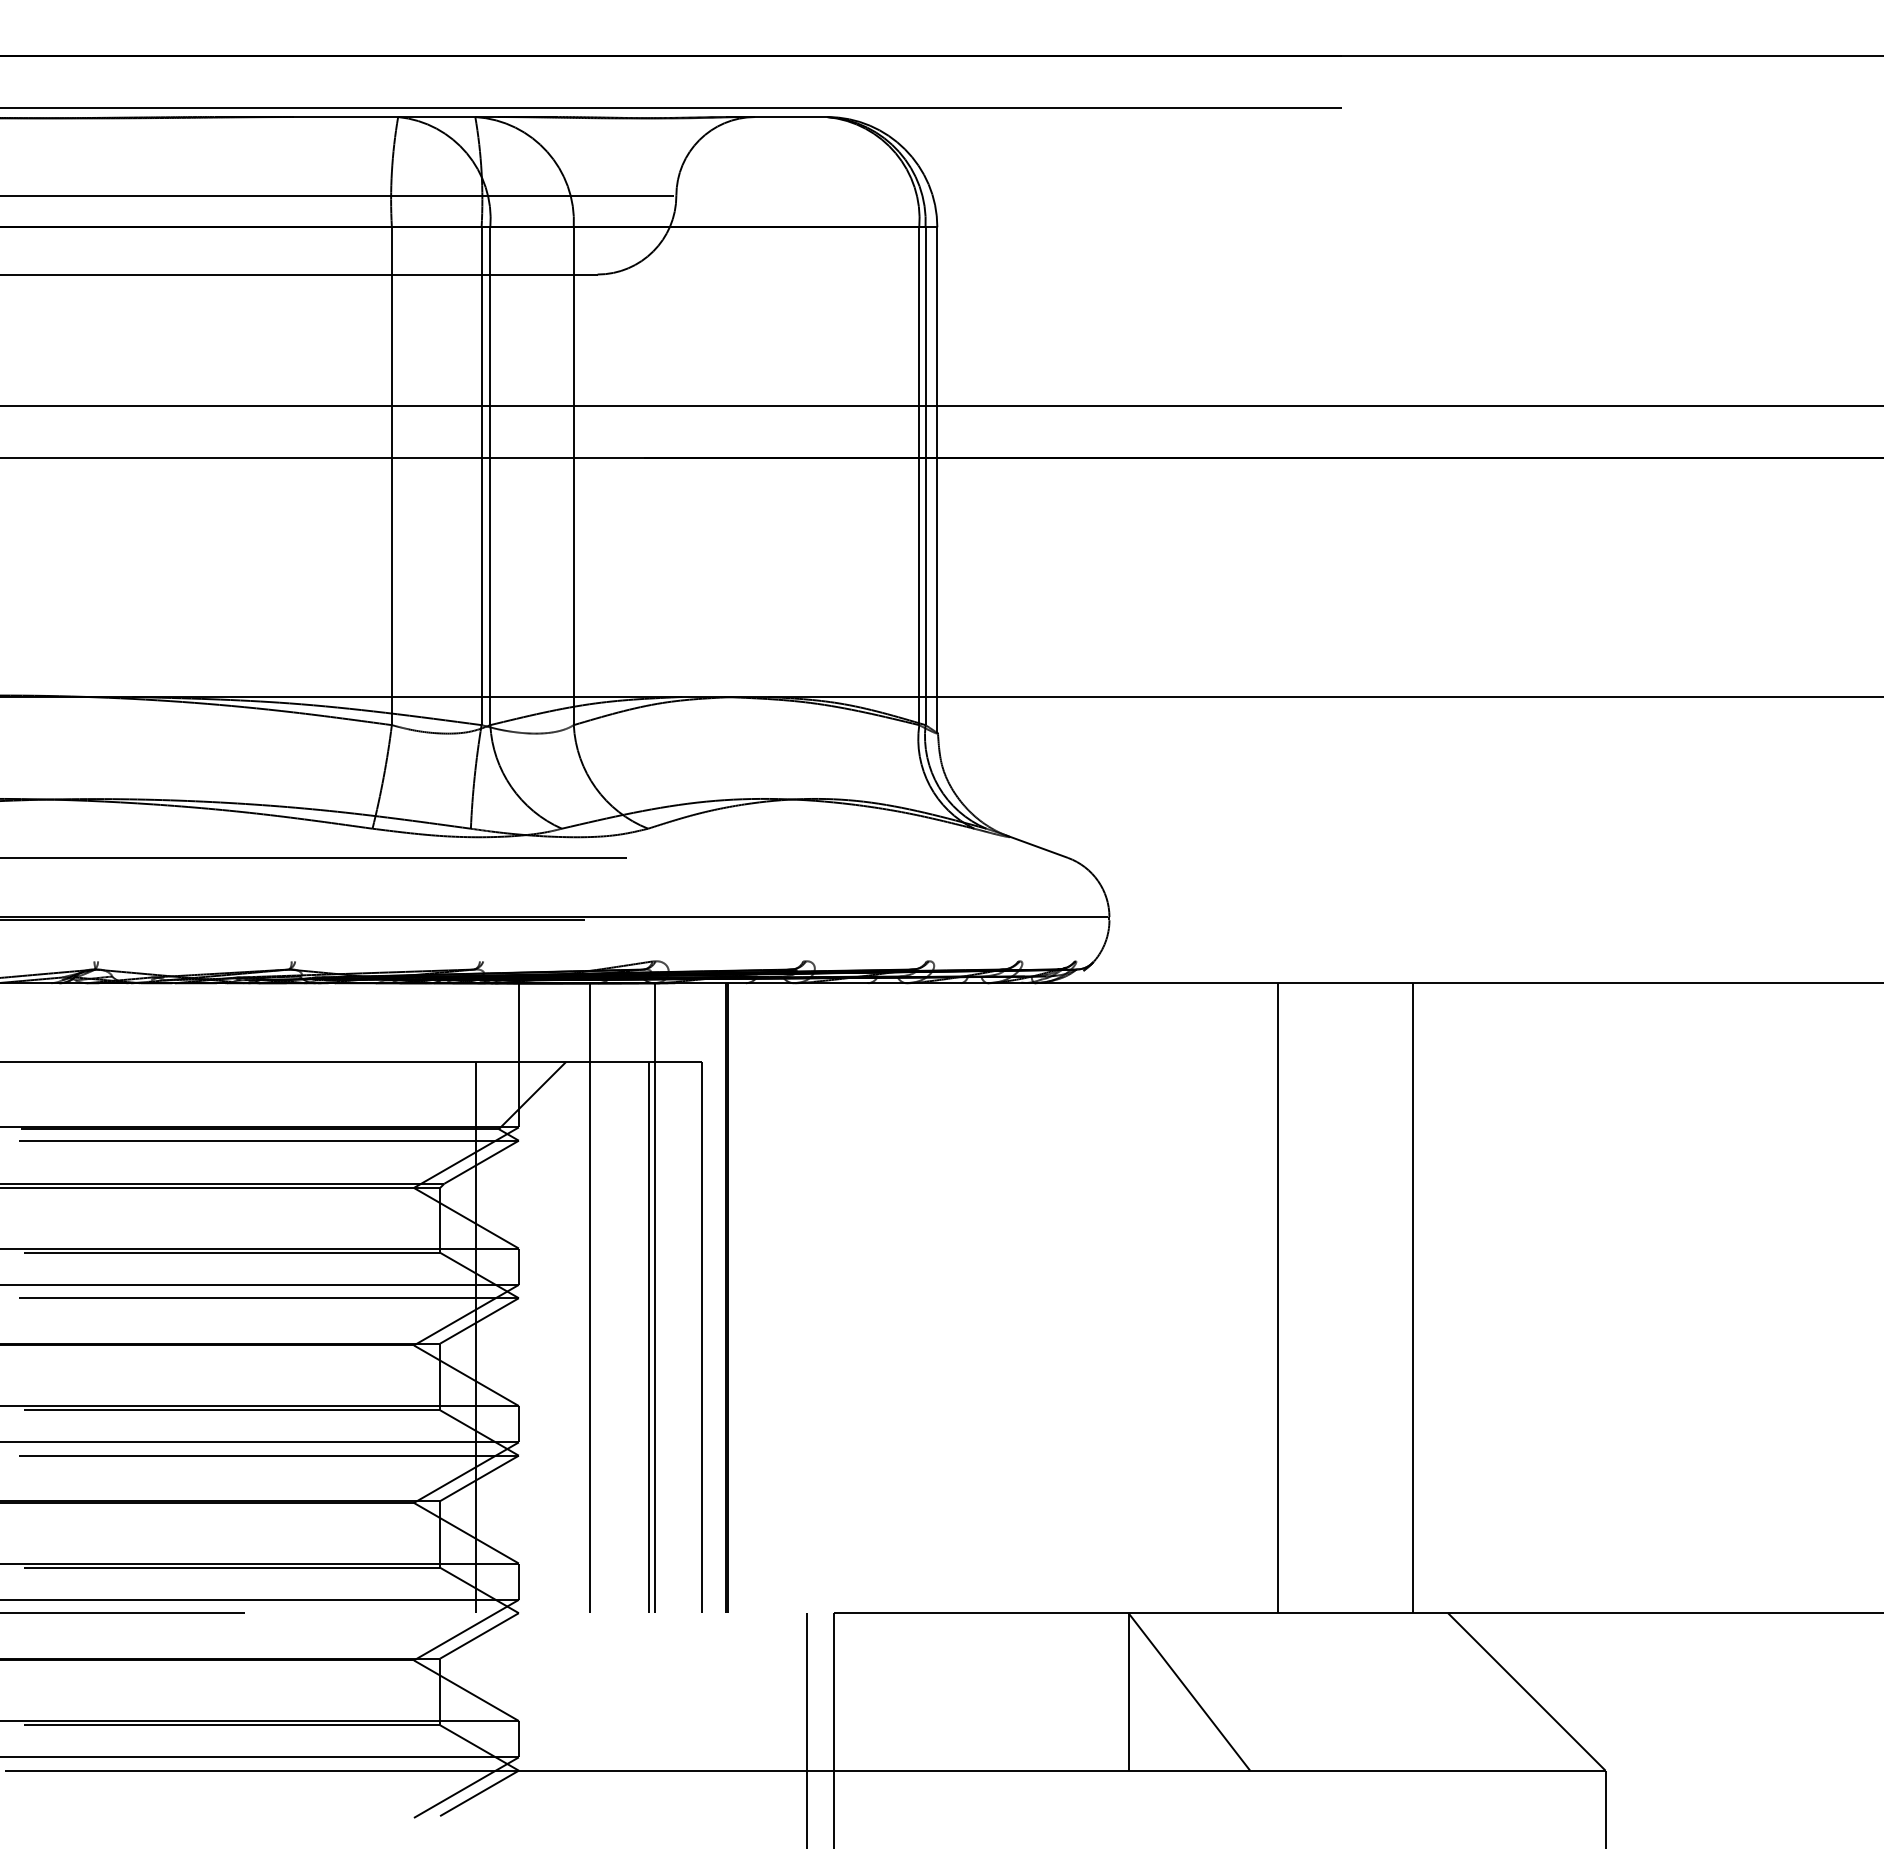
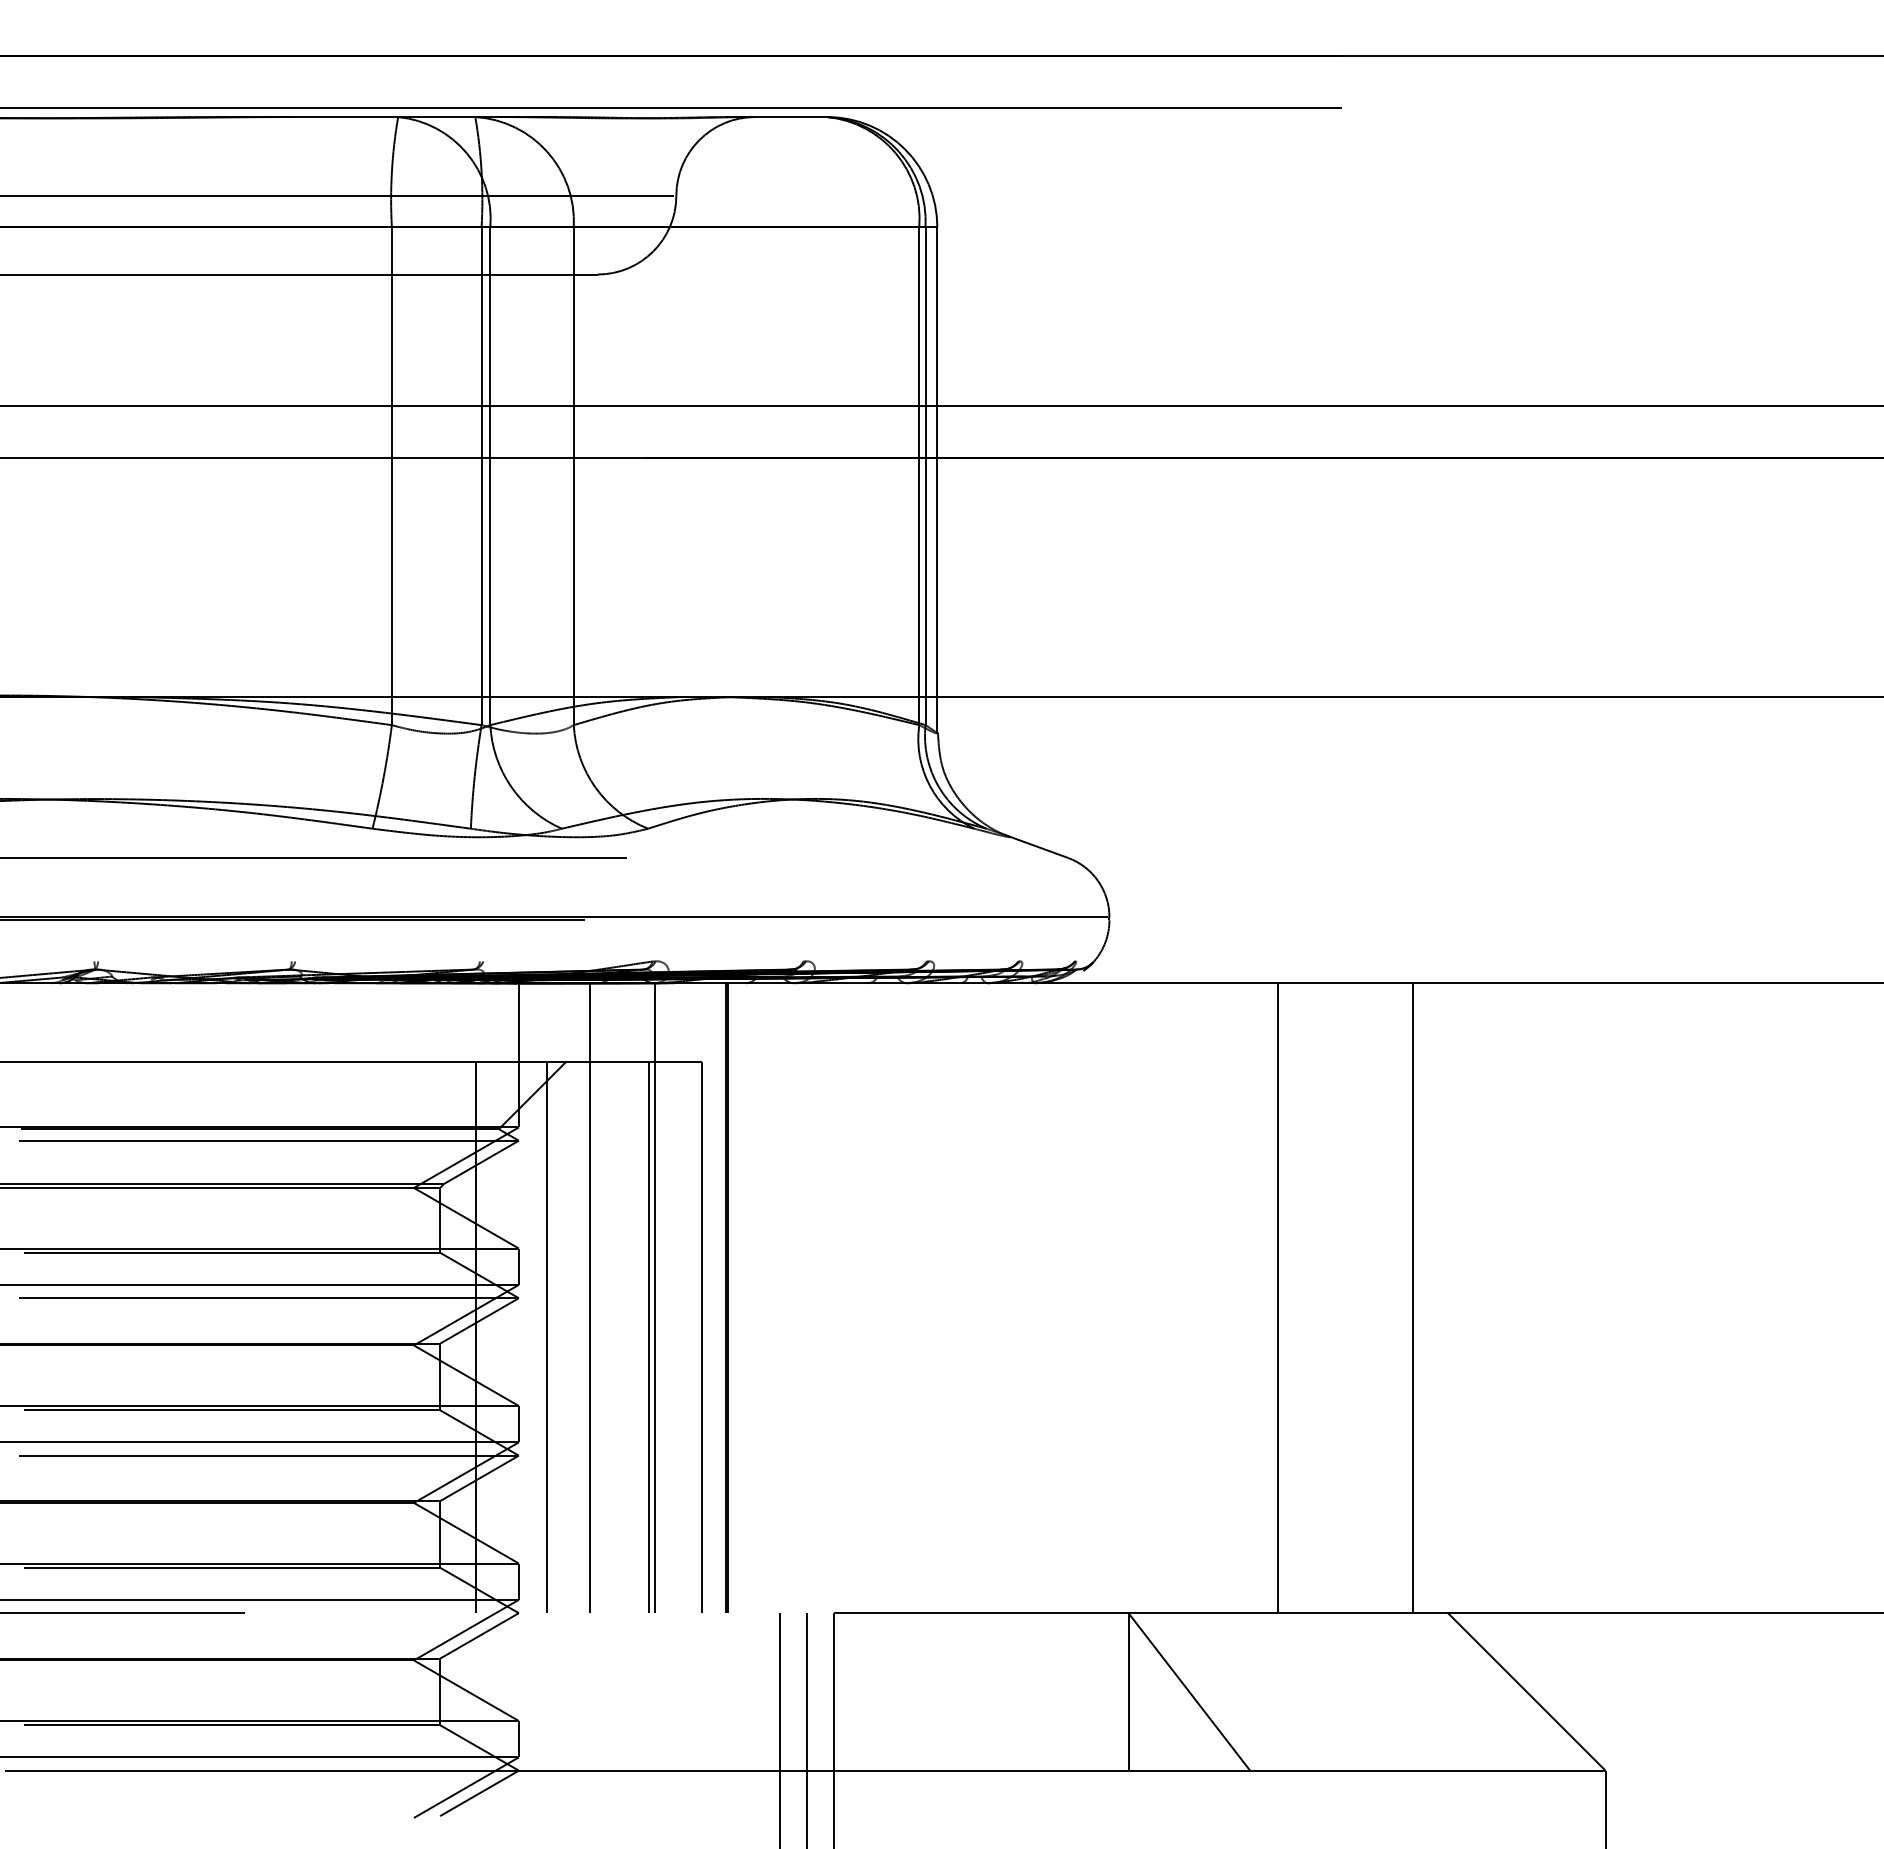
line at (547, 1337): none -> present
line at (779, 1729): none -> present
